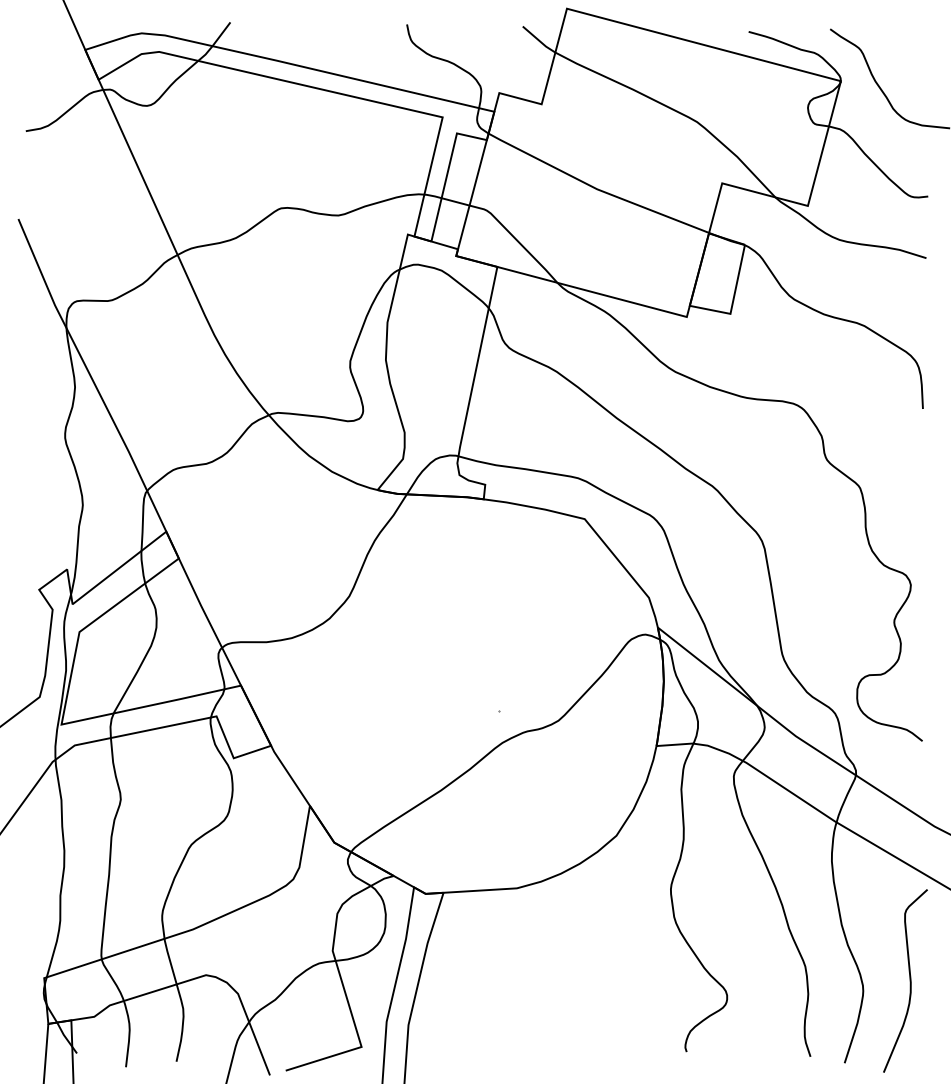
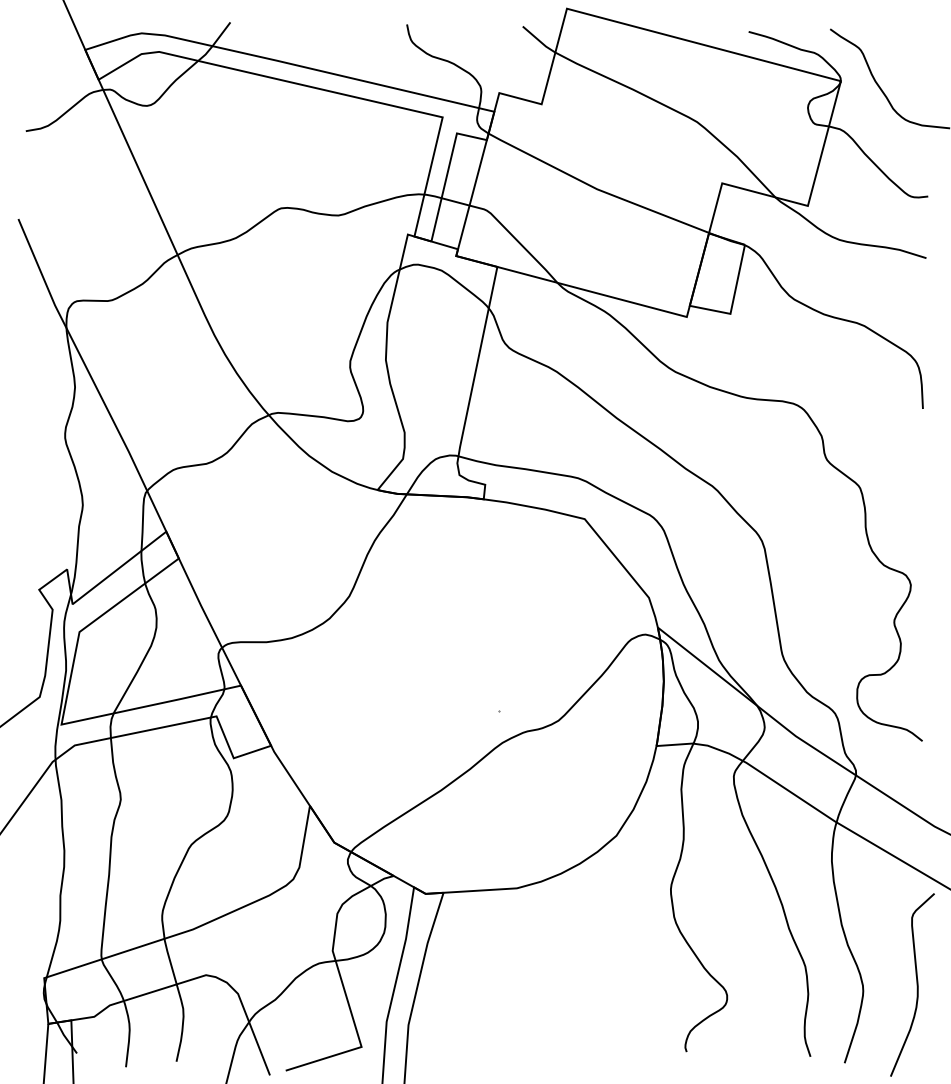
curve at (909, 980) position: (909, 980) -> (916, 984)
